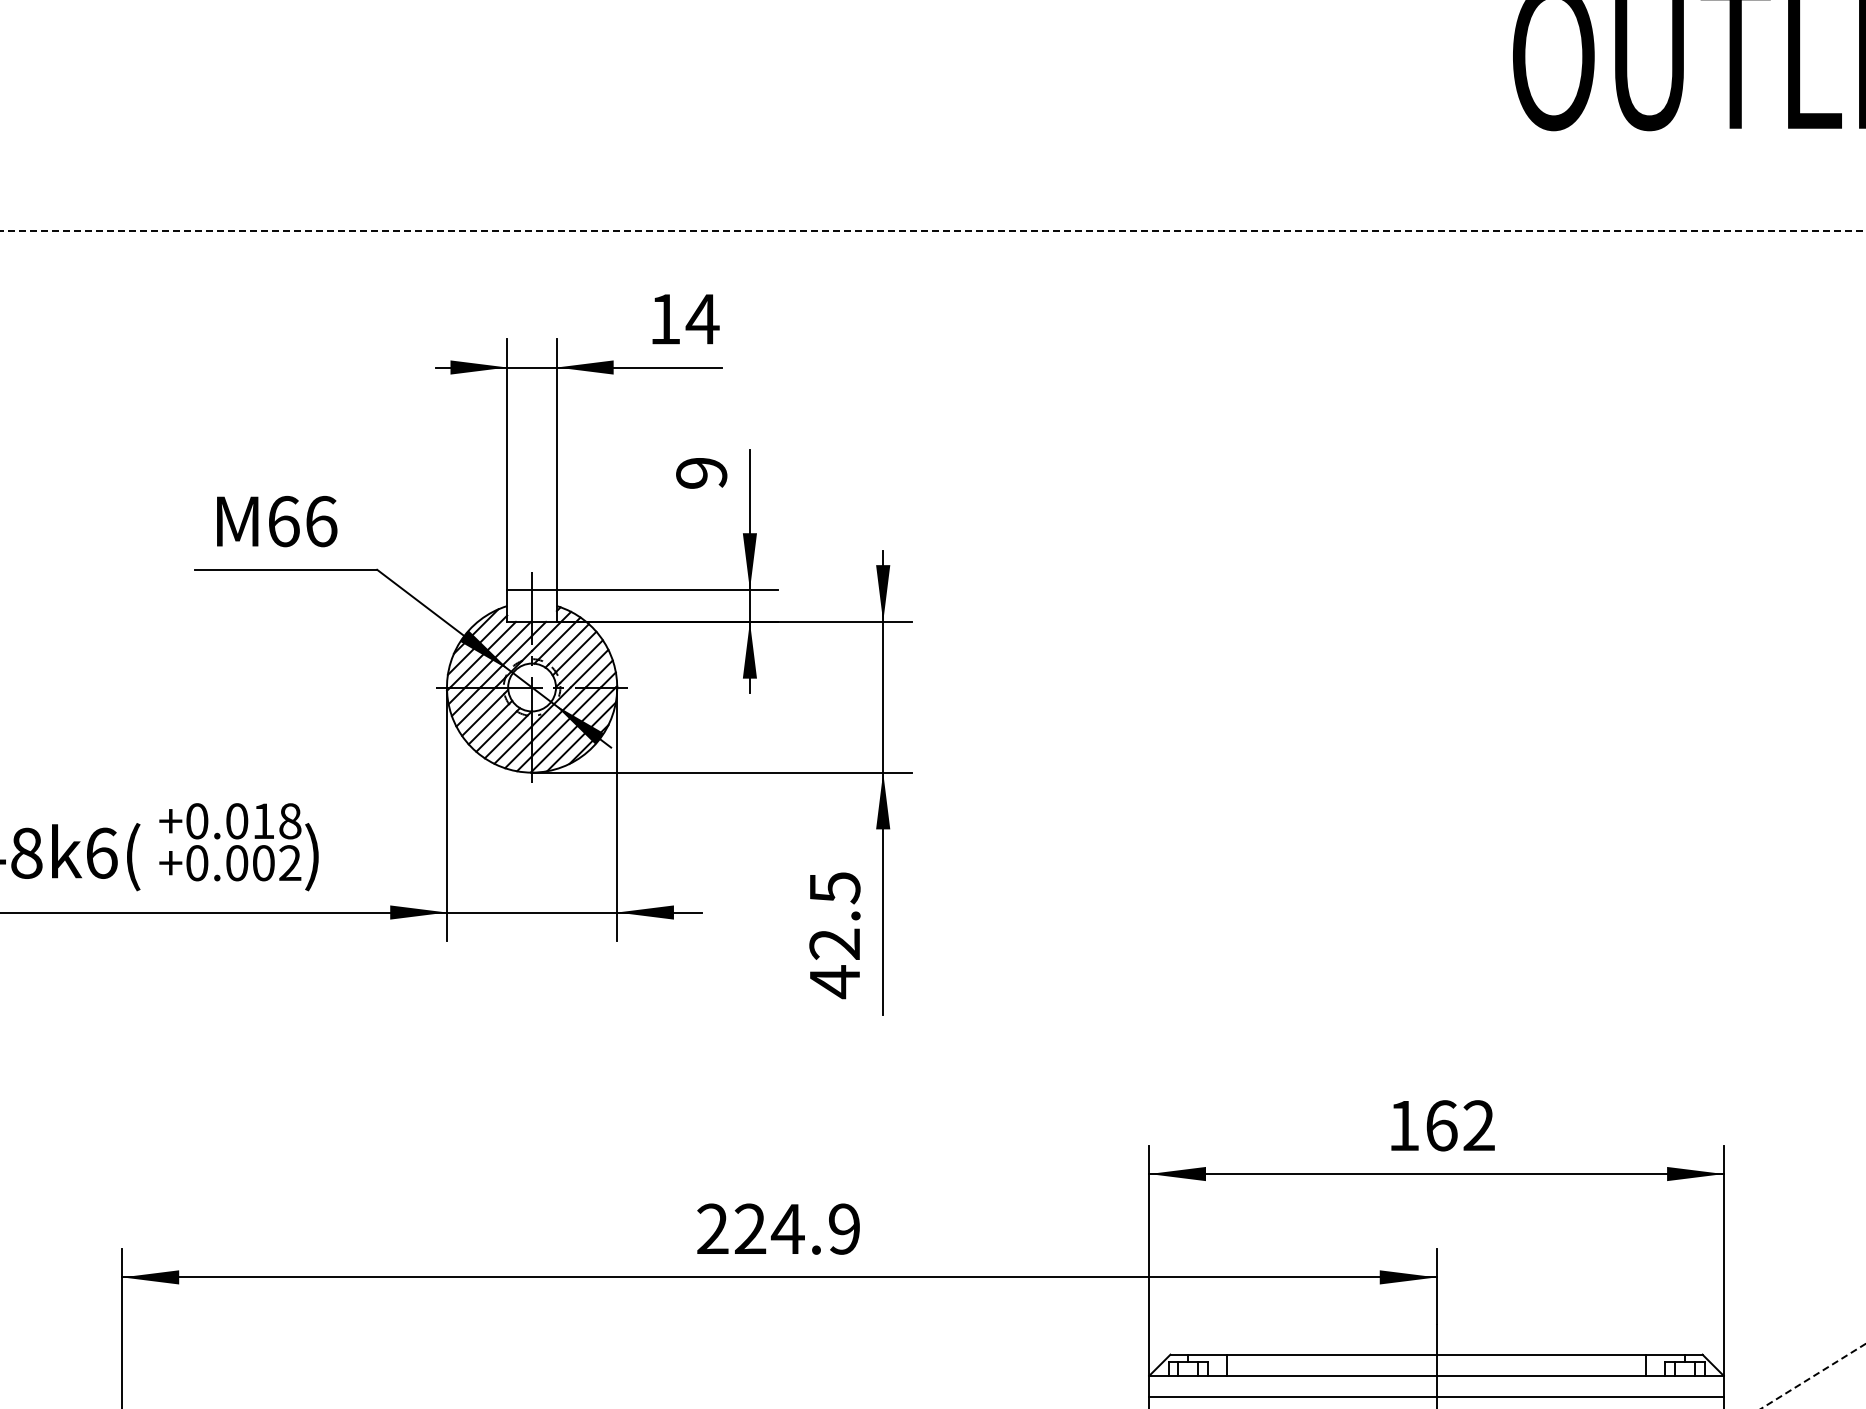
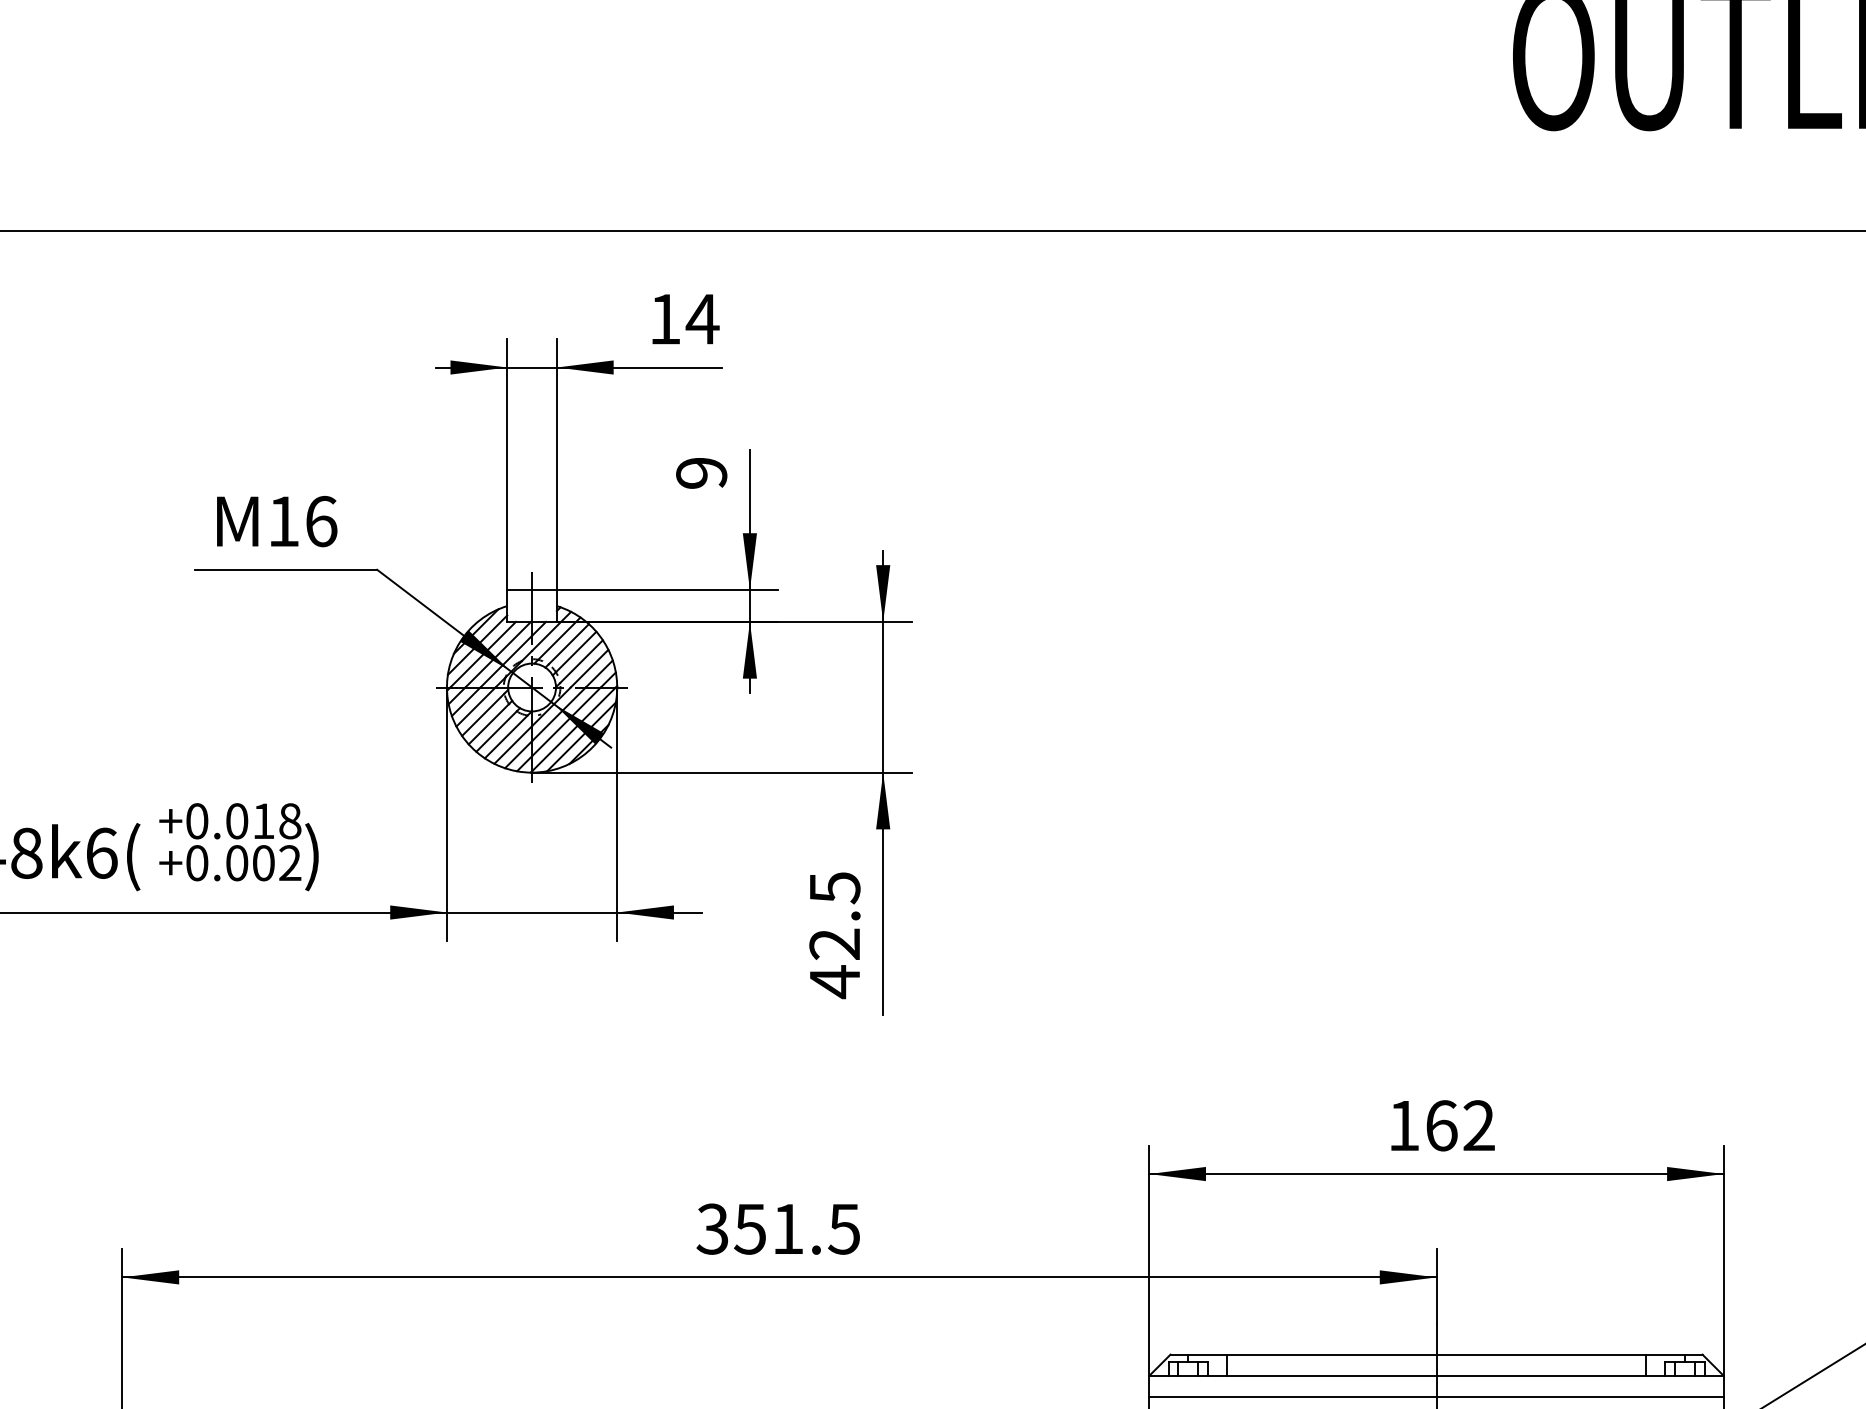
line at (932, 230): dashed -> solid
text at (284, 521): M66 -> M16
text at (777, 1228): 224.9 -> 351.5
line at (1812, 1376): dashed -> solid
